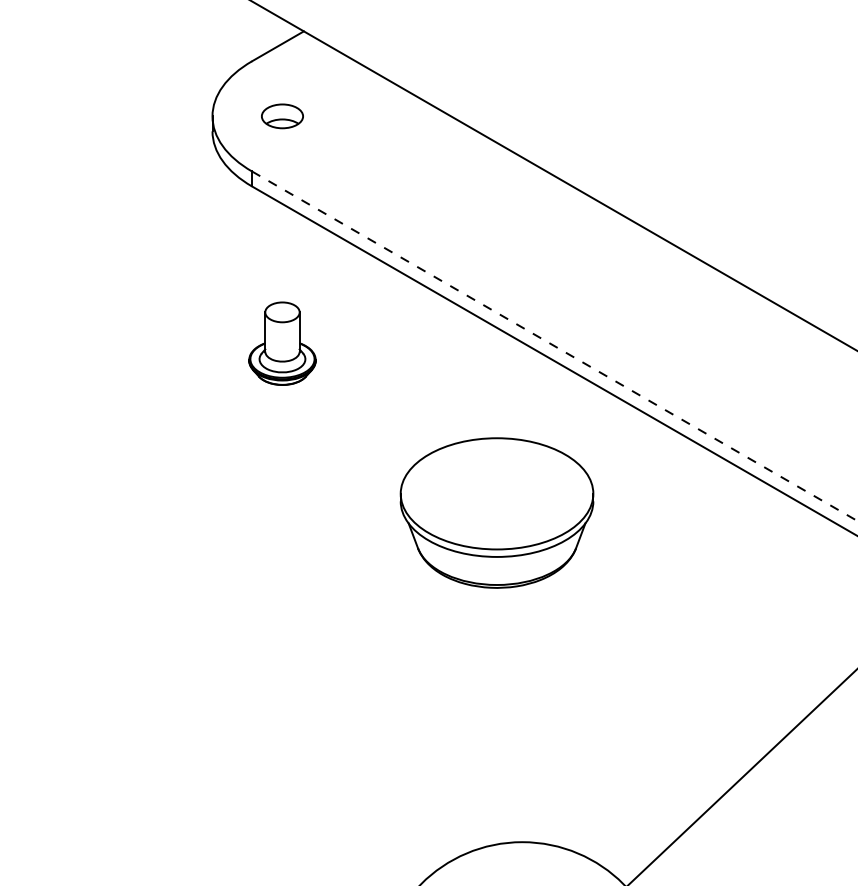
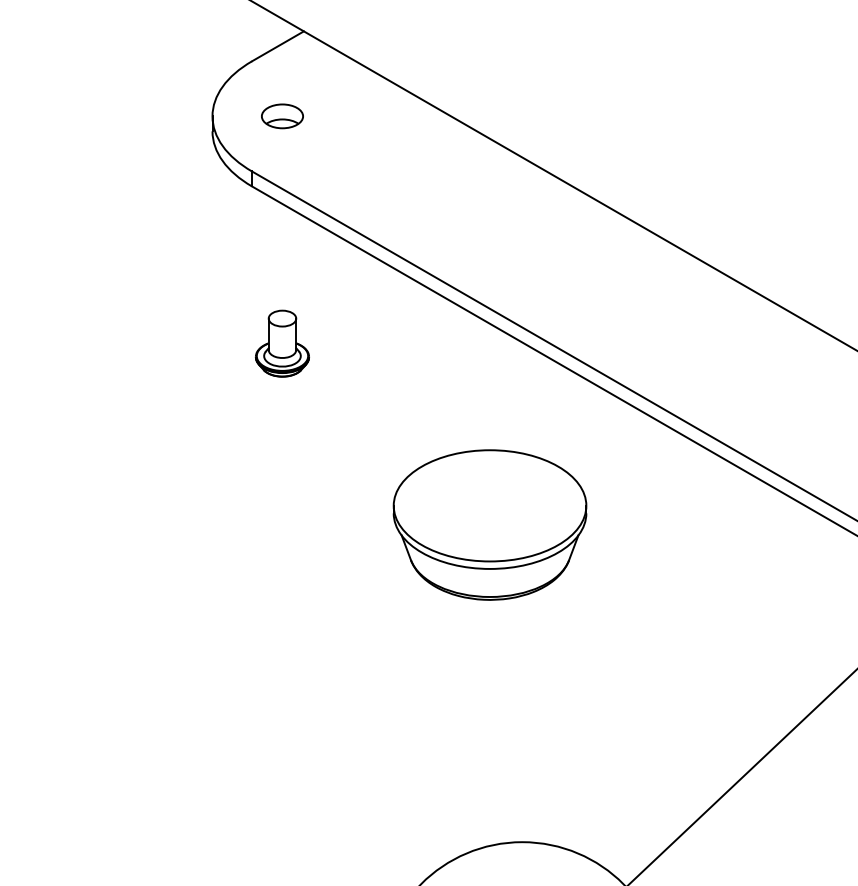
part at (282, 343) size: 69x85 px -> 55x69 px
line at (554, 345): dashed -> solid
part at (496, 512) position: (496, 512) -> (489, 524)
